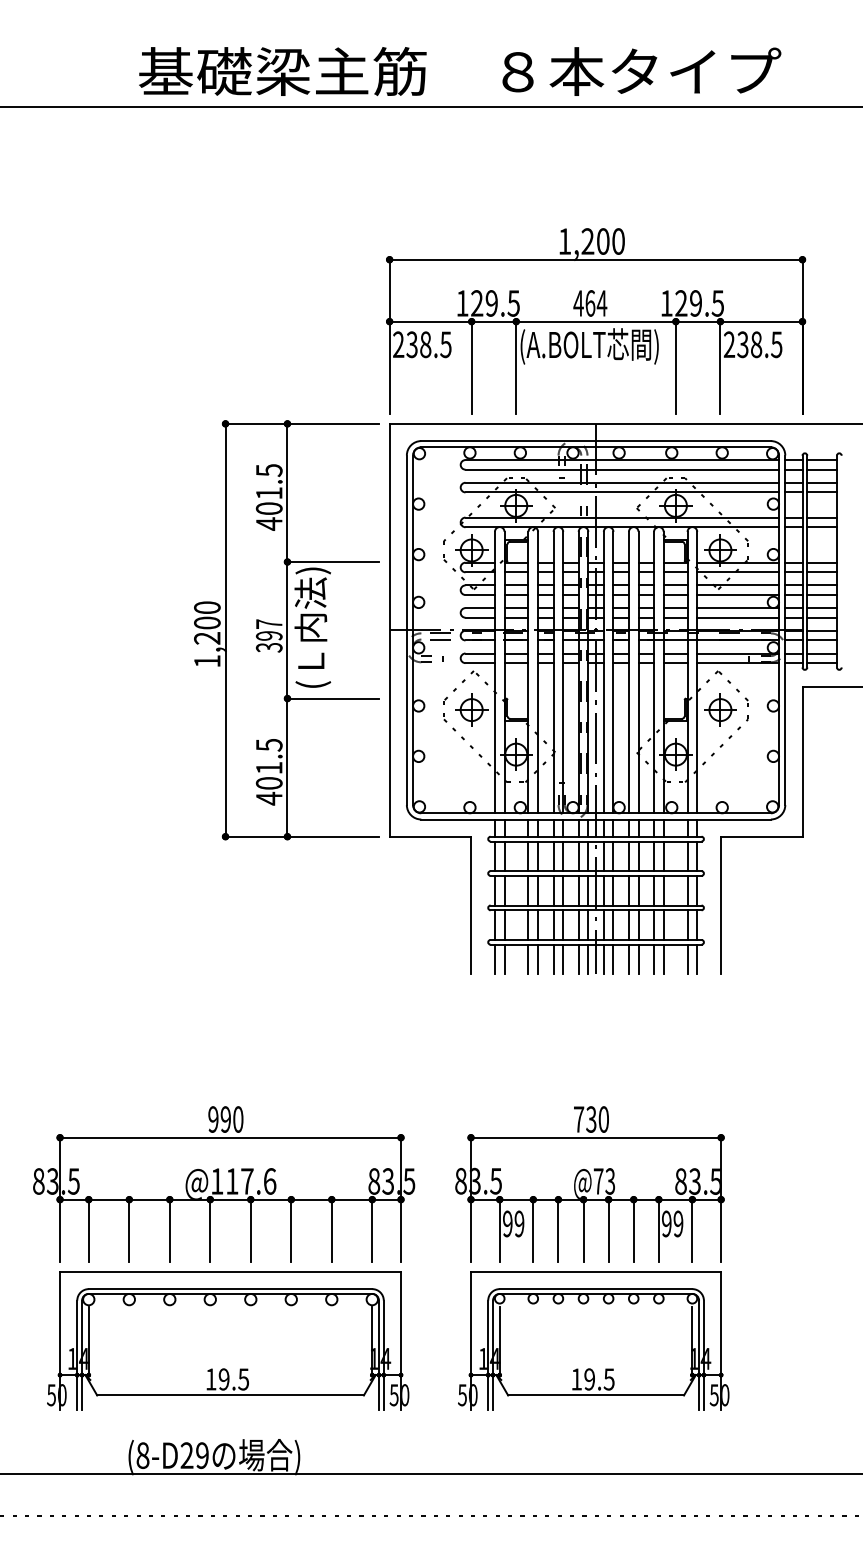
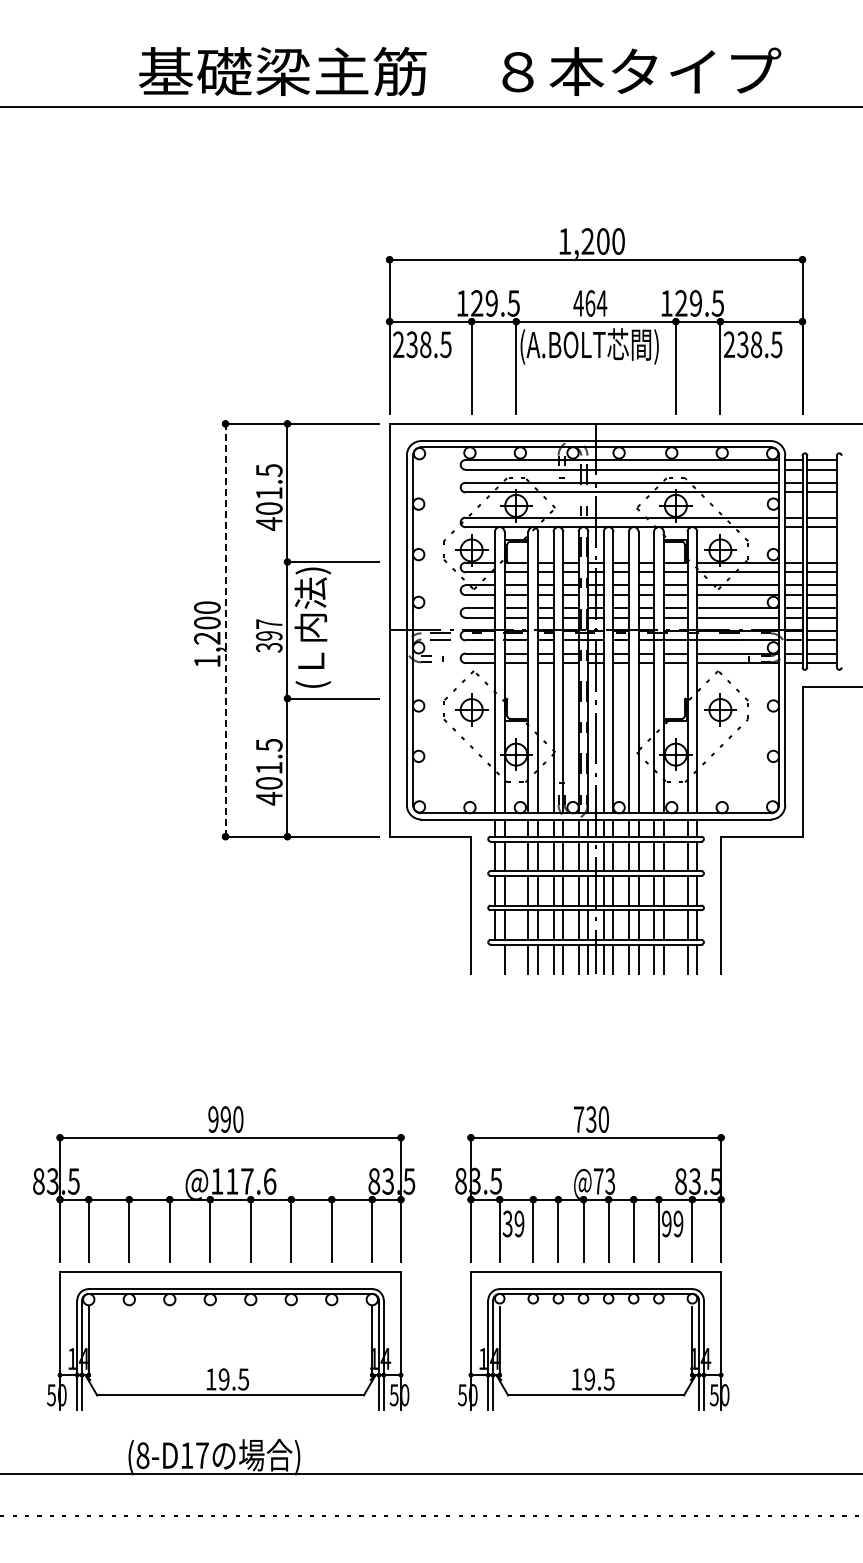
line at (225, 629): solid -> dashed
line at (494, 959): present -> none
text at (507, 1223): 99 -> 39
text at (194, 1455): (8-D29 -> (8-D17
